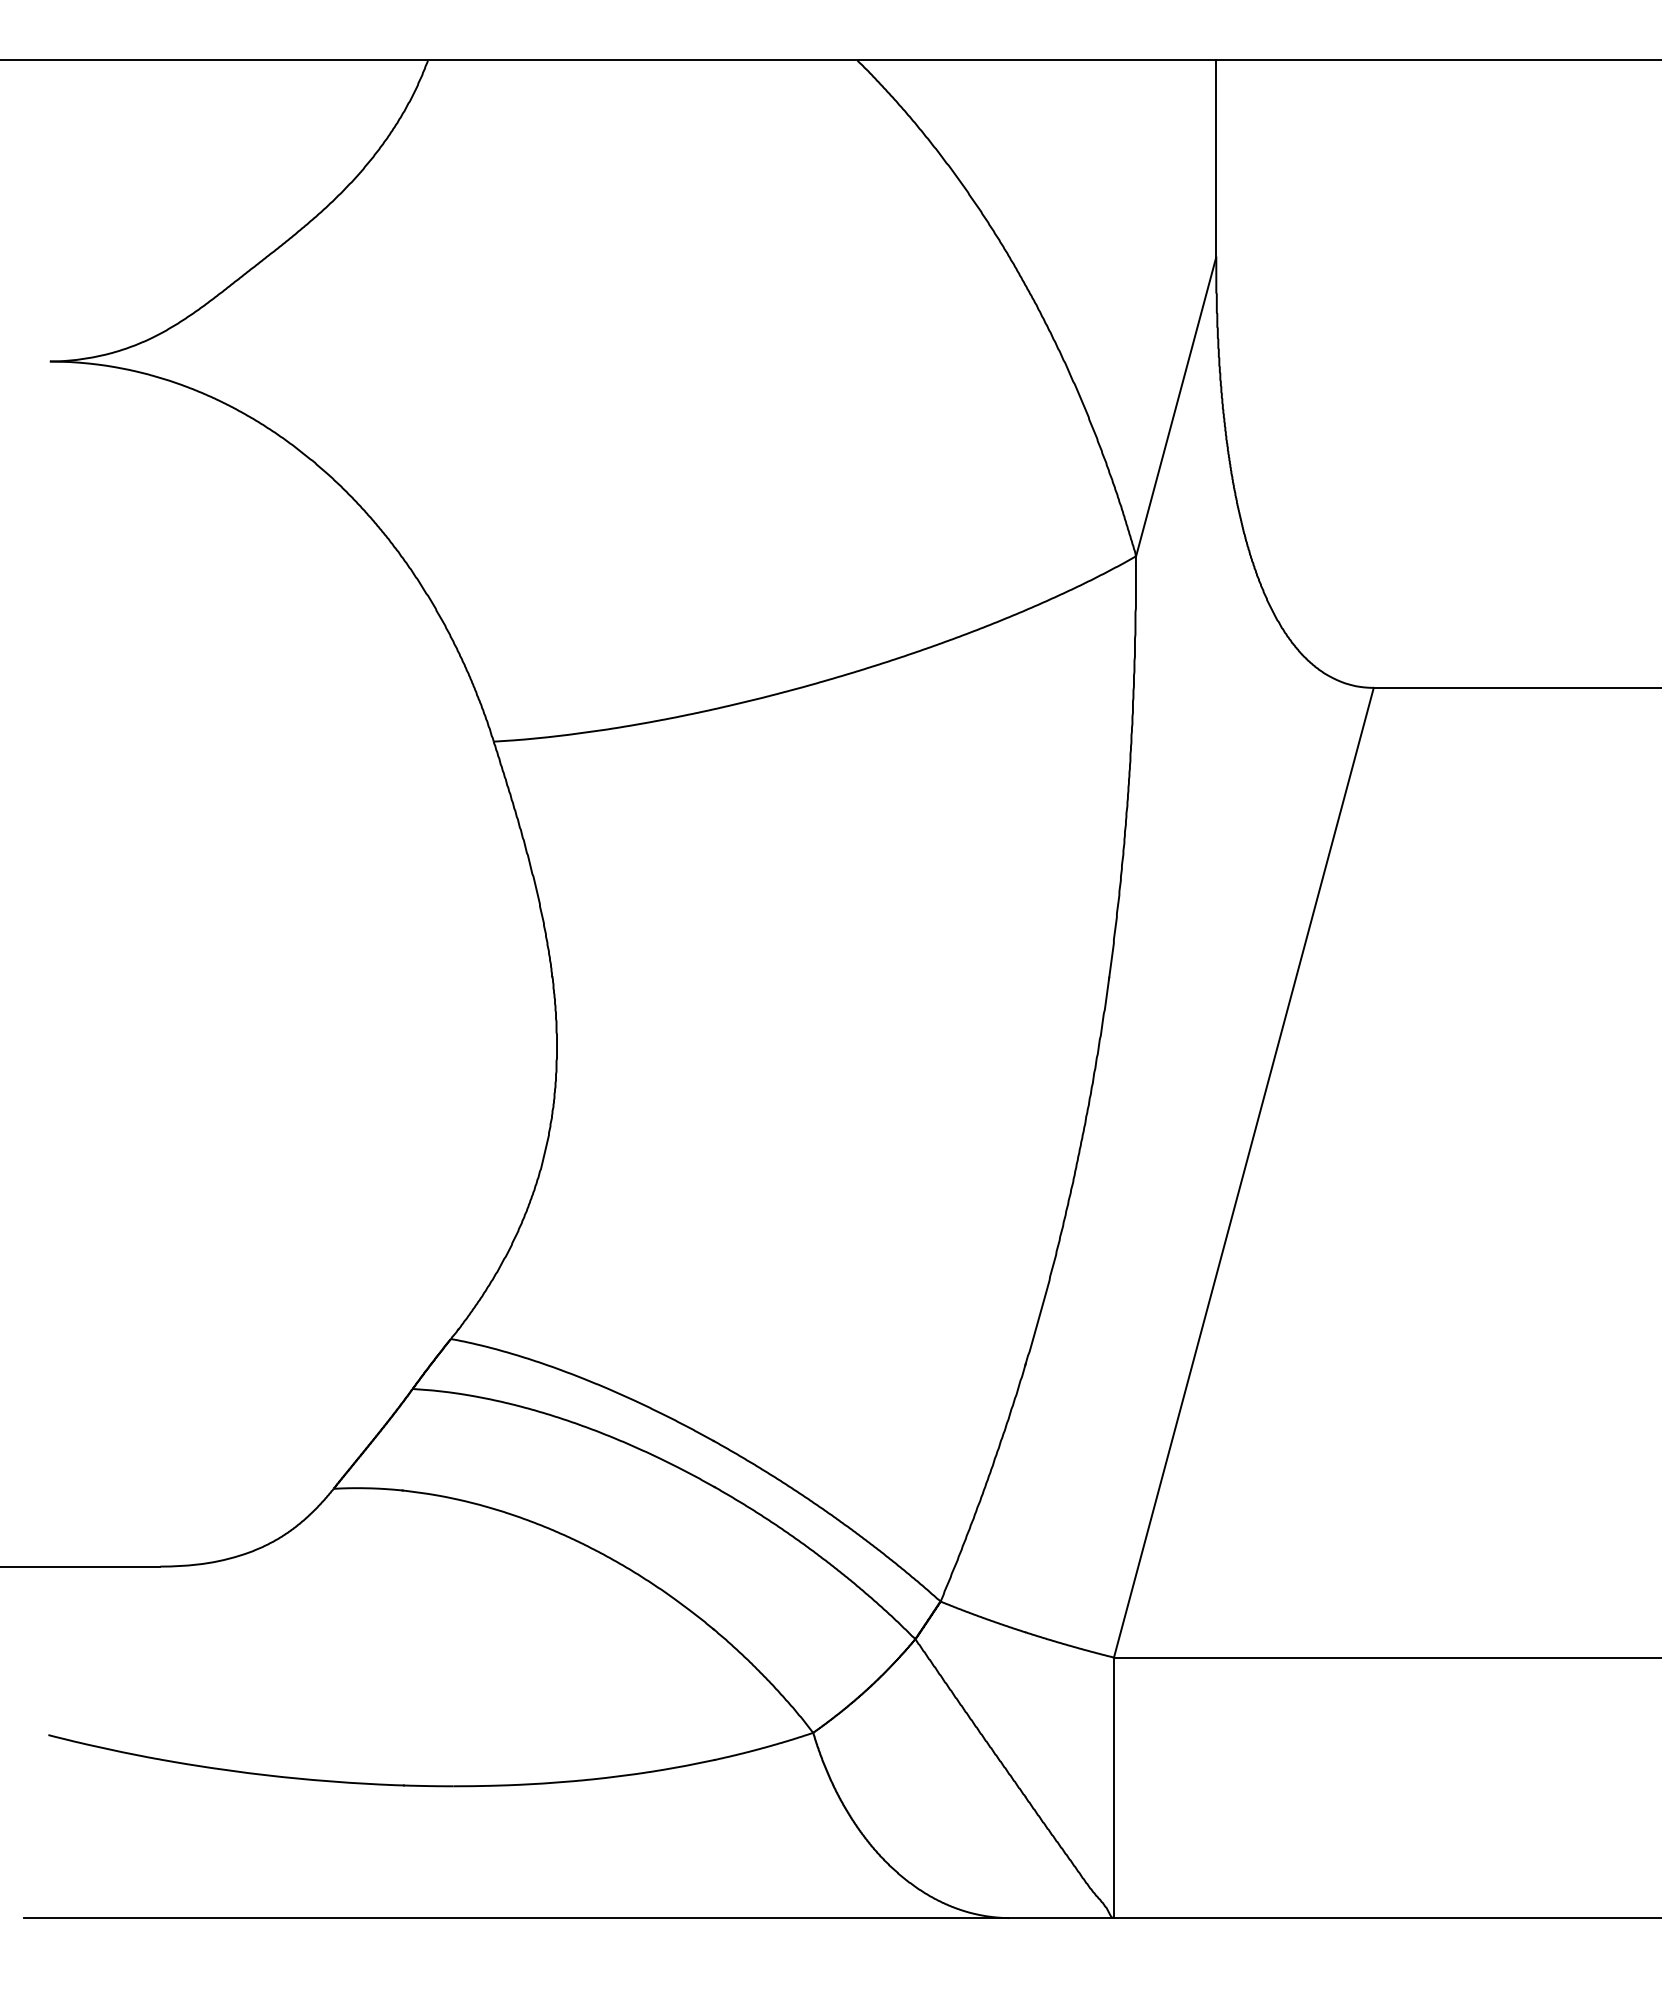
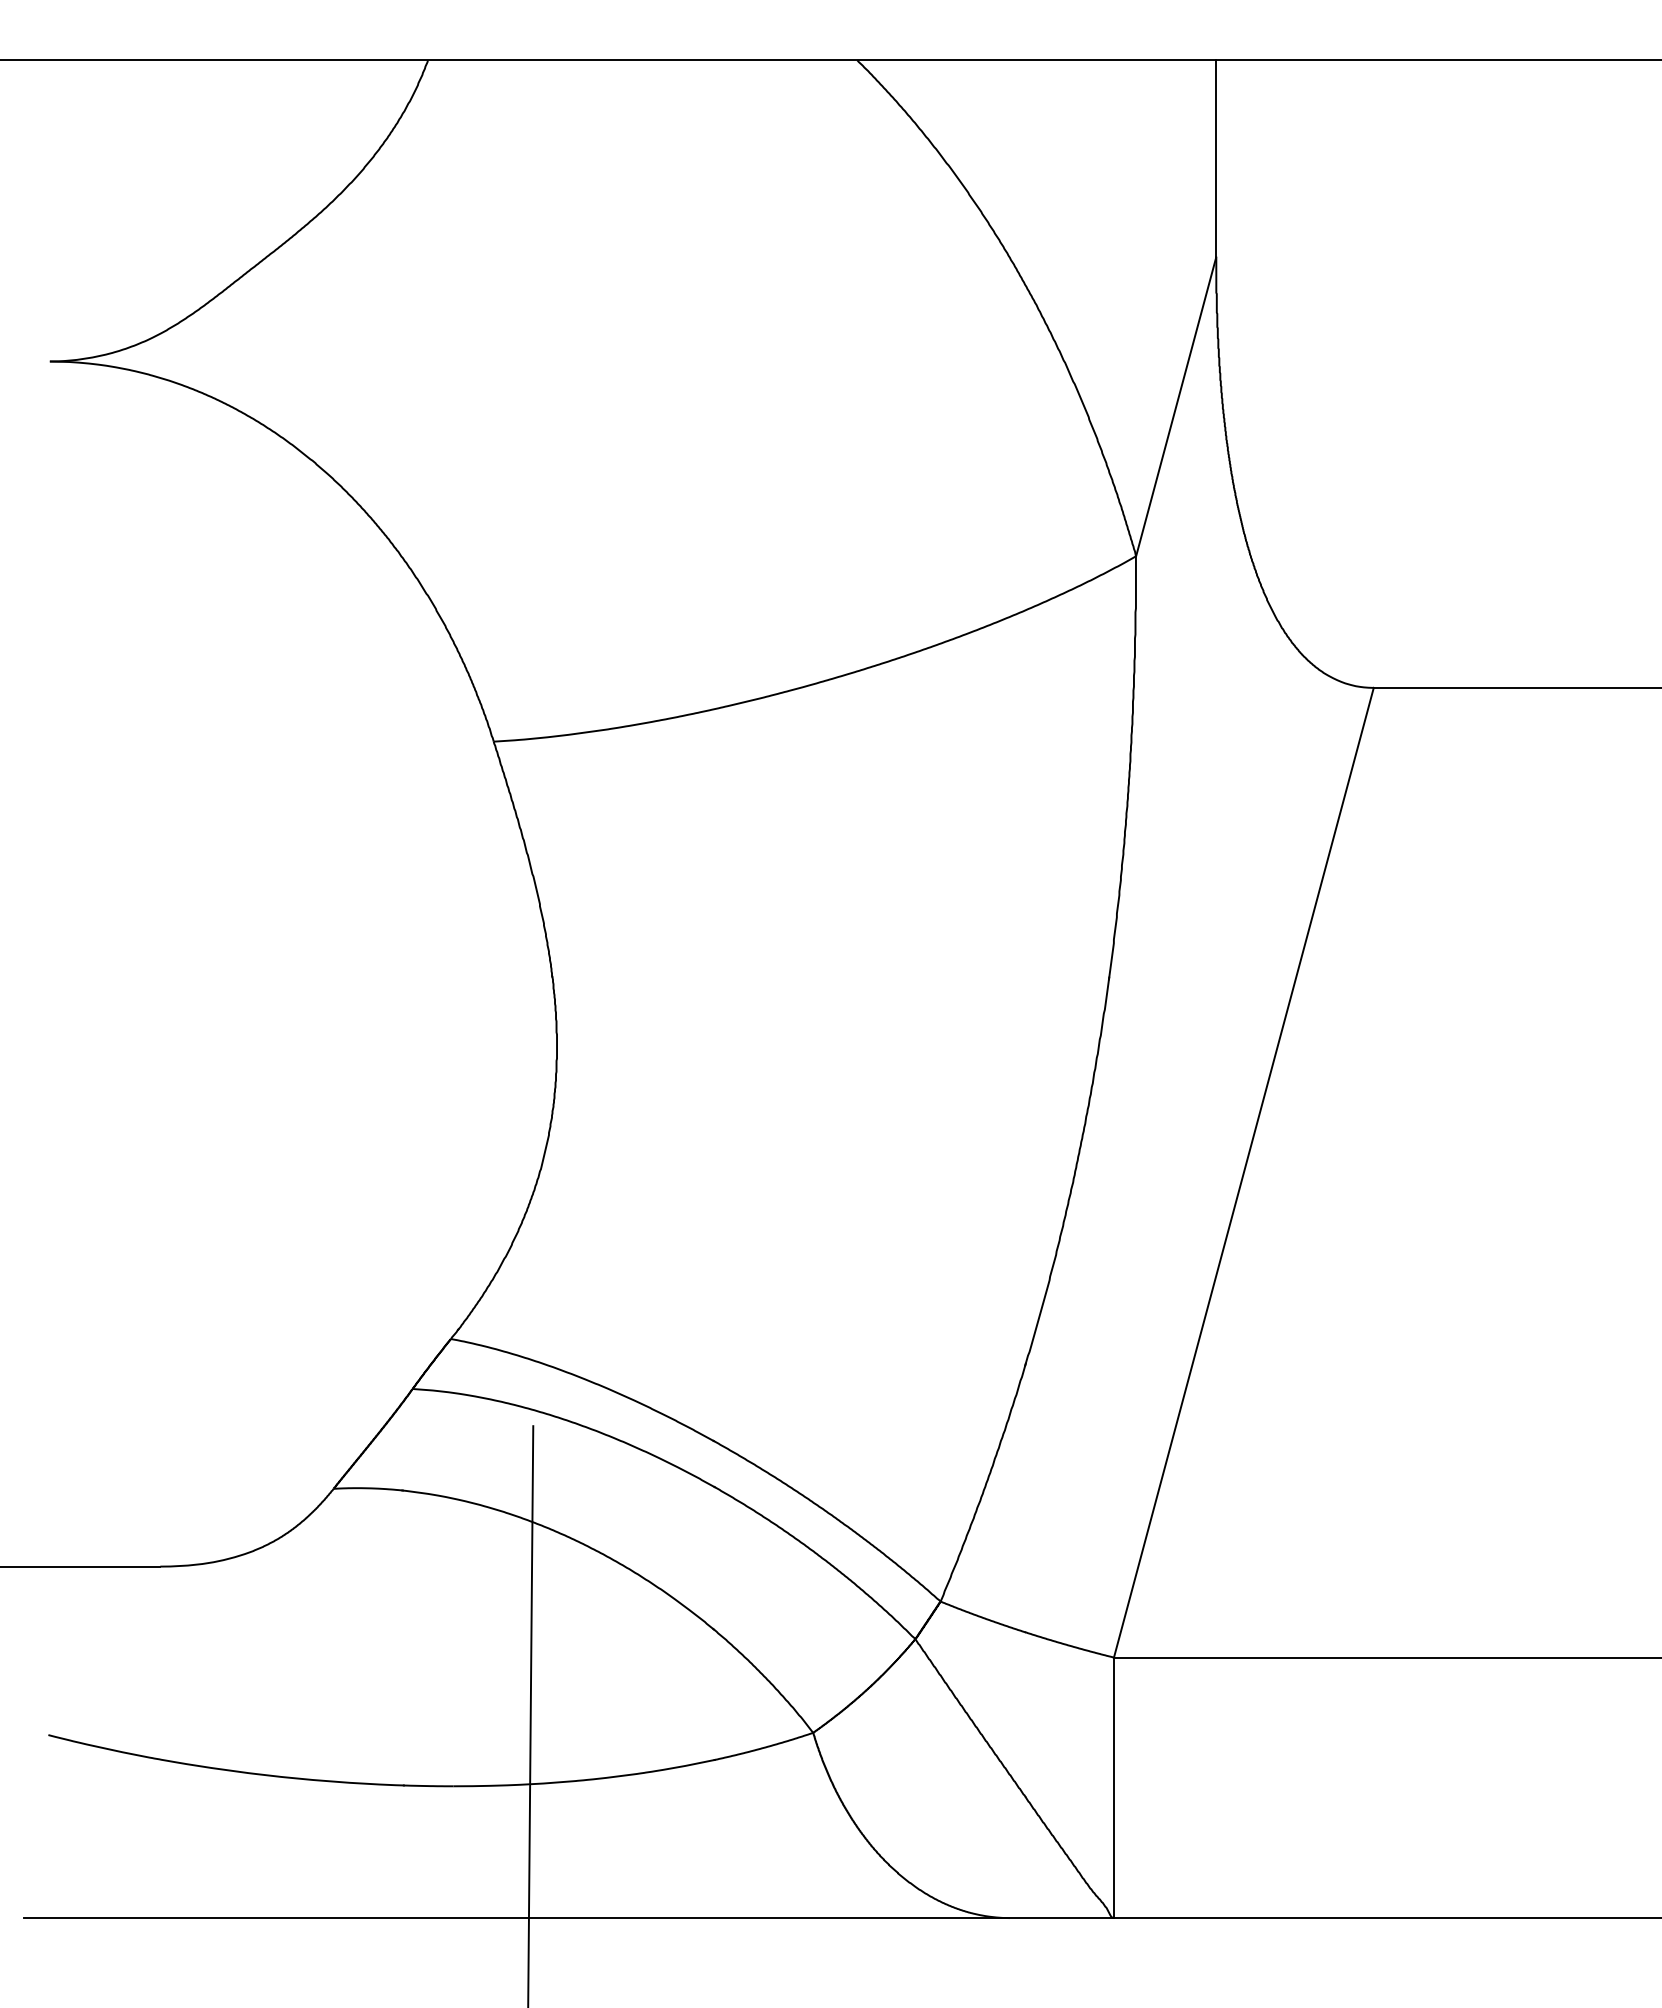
line at (530, 1715): none -> present
